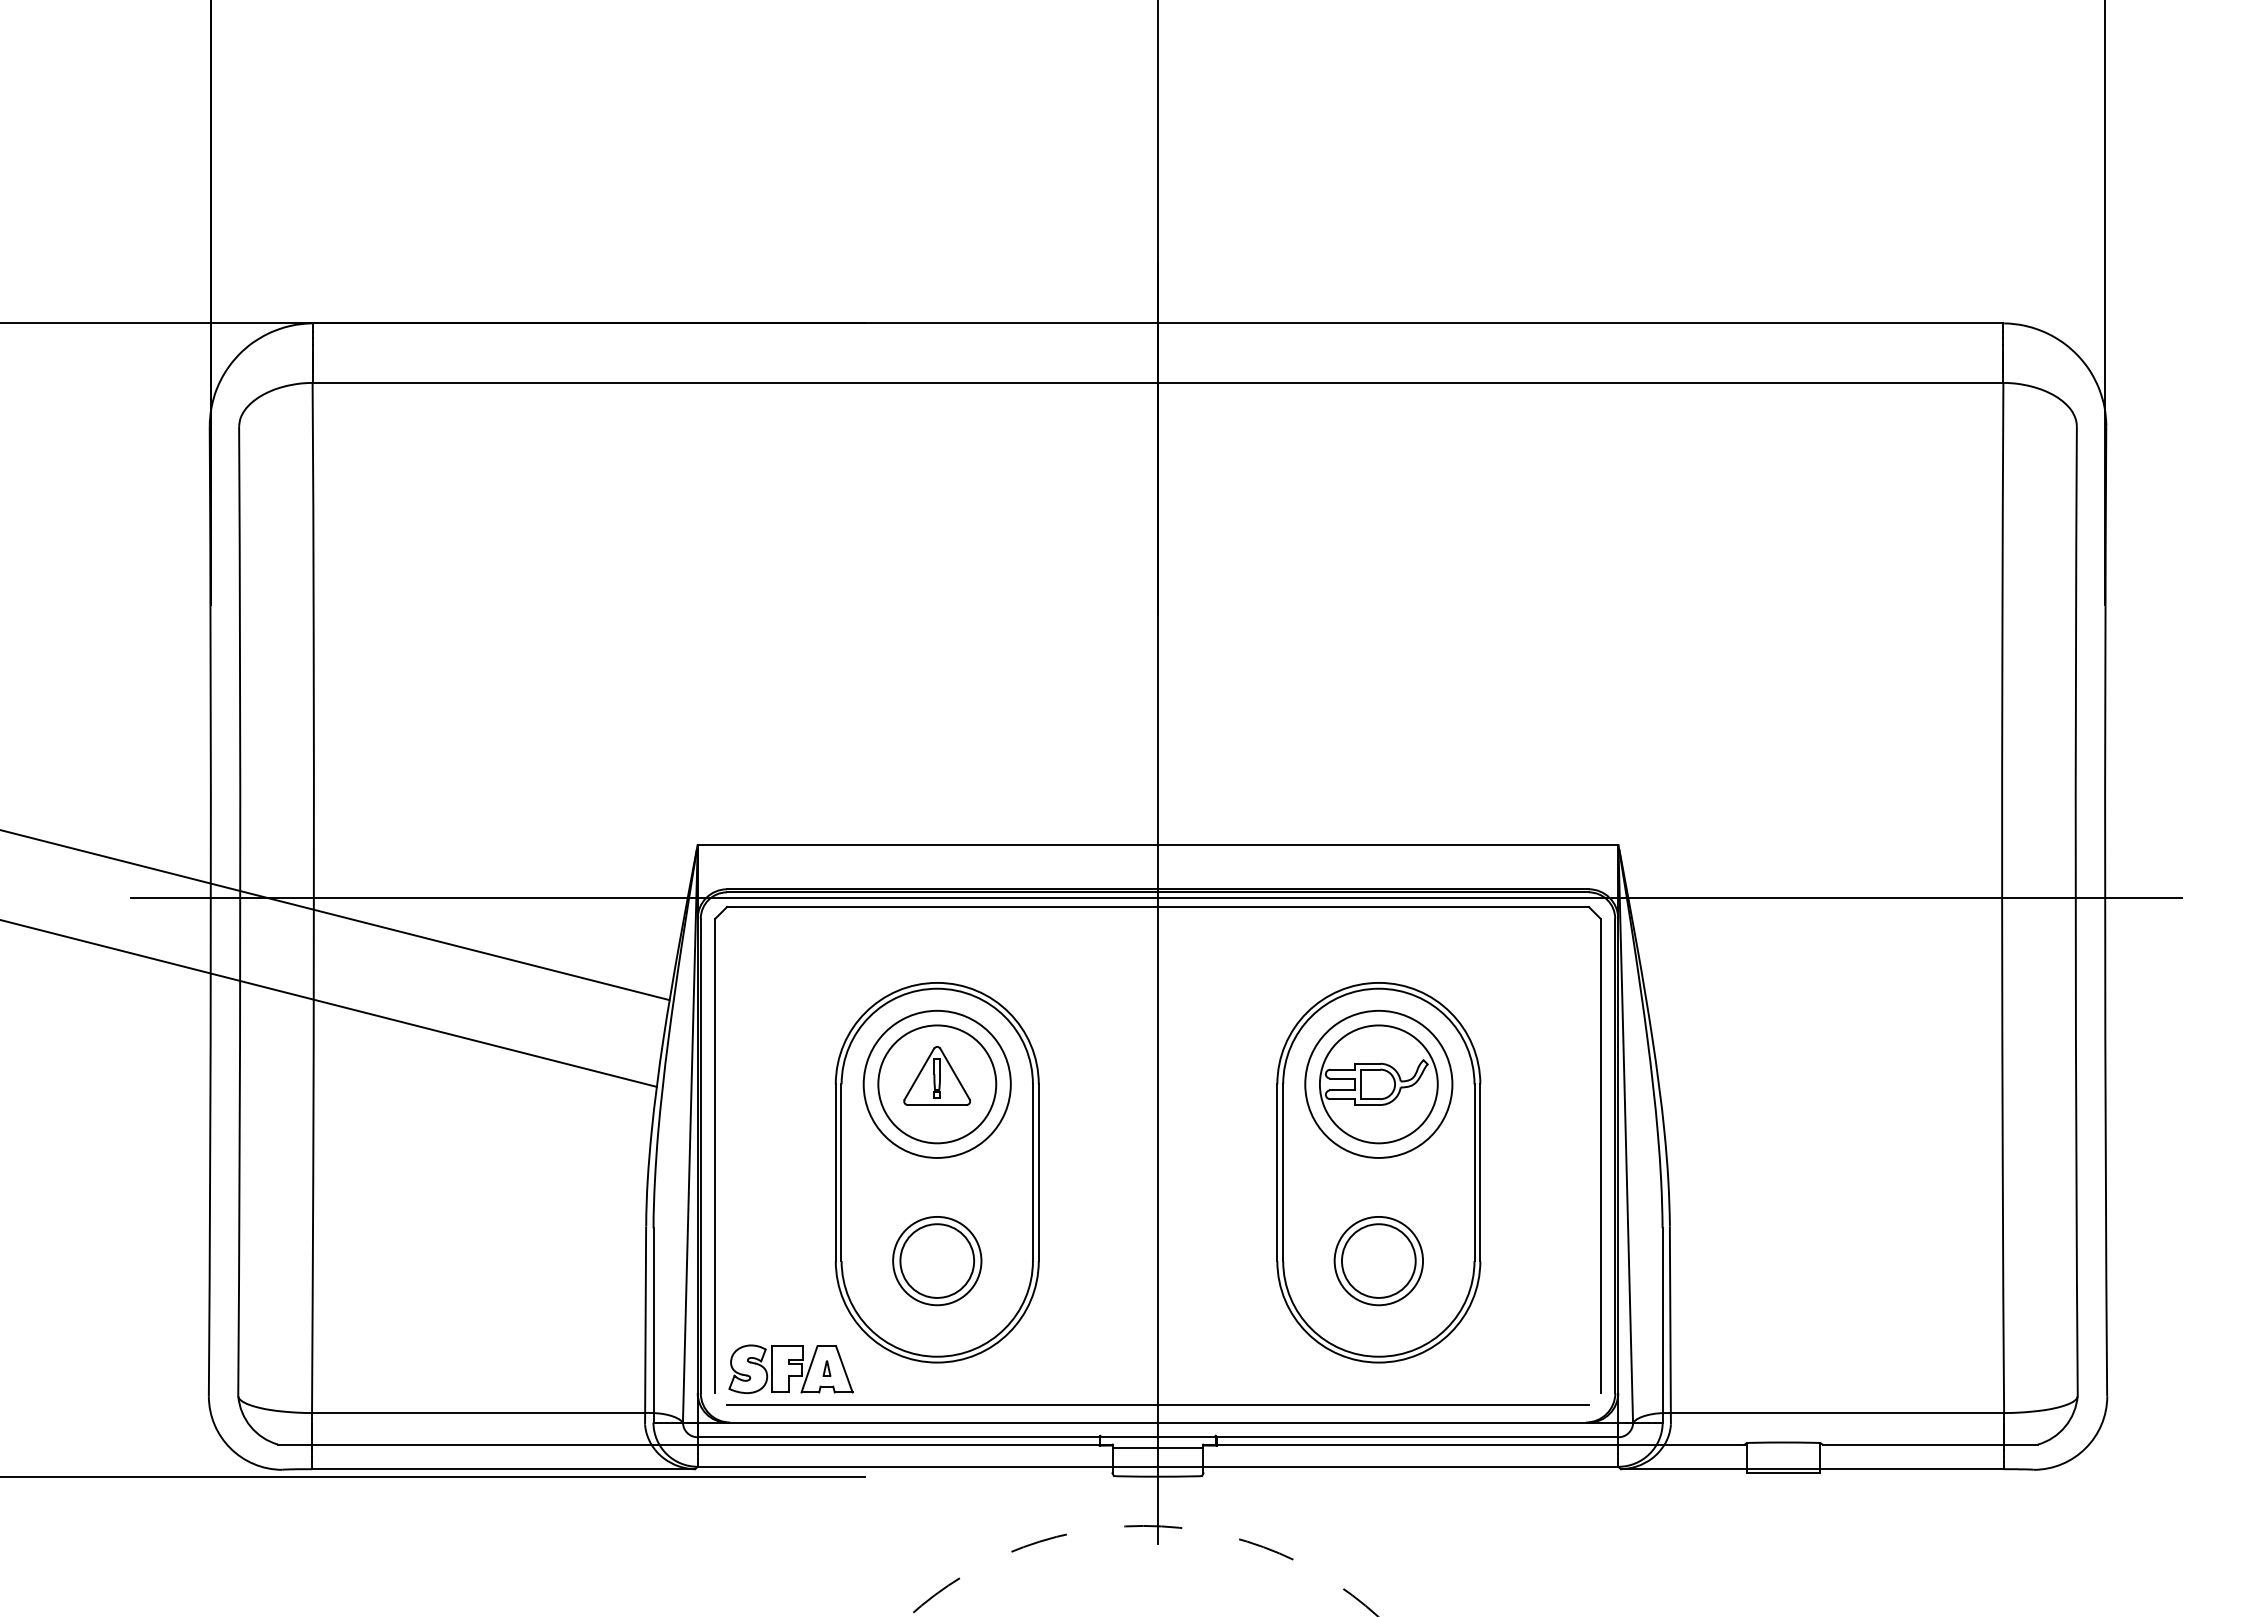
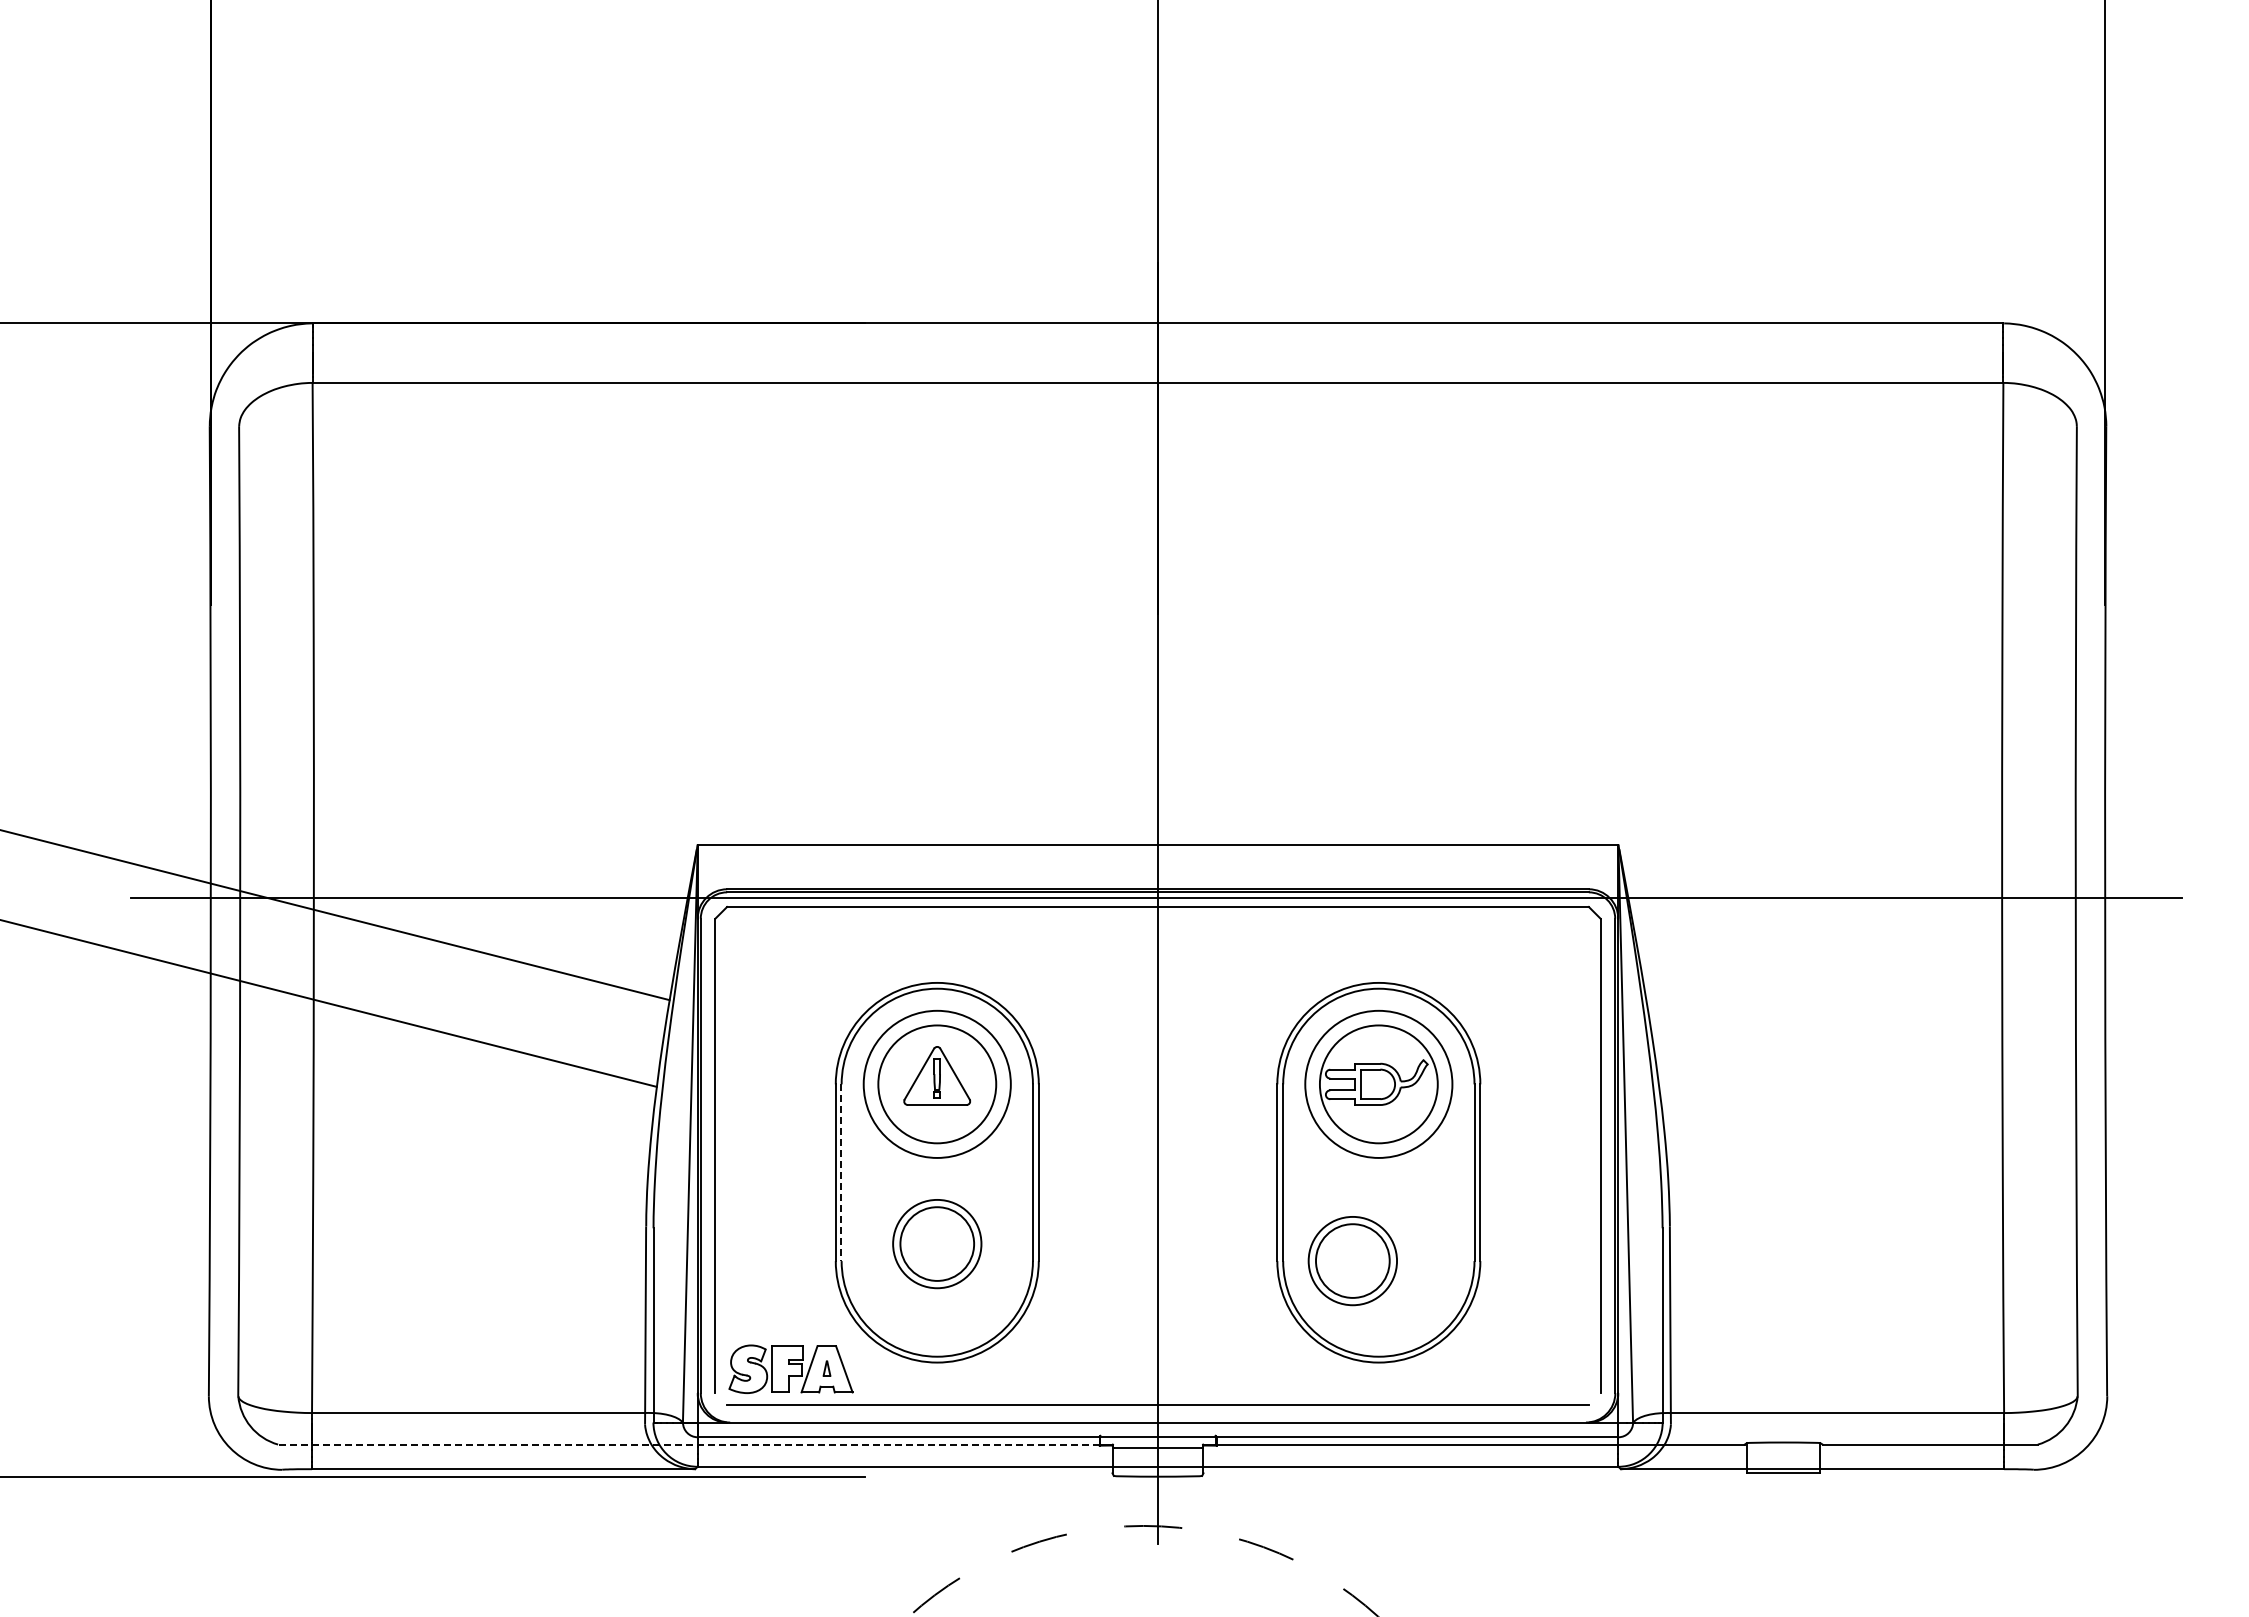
line at (841, 1173): solid -> dashed
part at (937, 1261) position: (937, 1261) -> (937, 1244)
part at (1378, 1261) position: (1378, 1261) -> (1352, 1261)
line at (688, 1444): solid -> dashed
